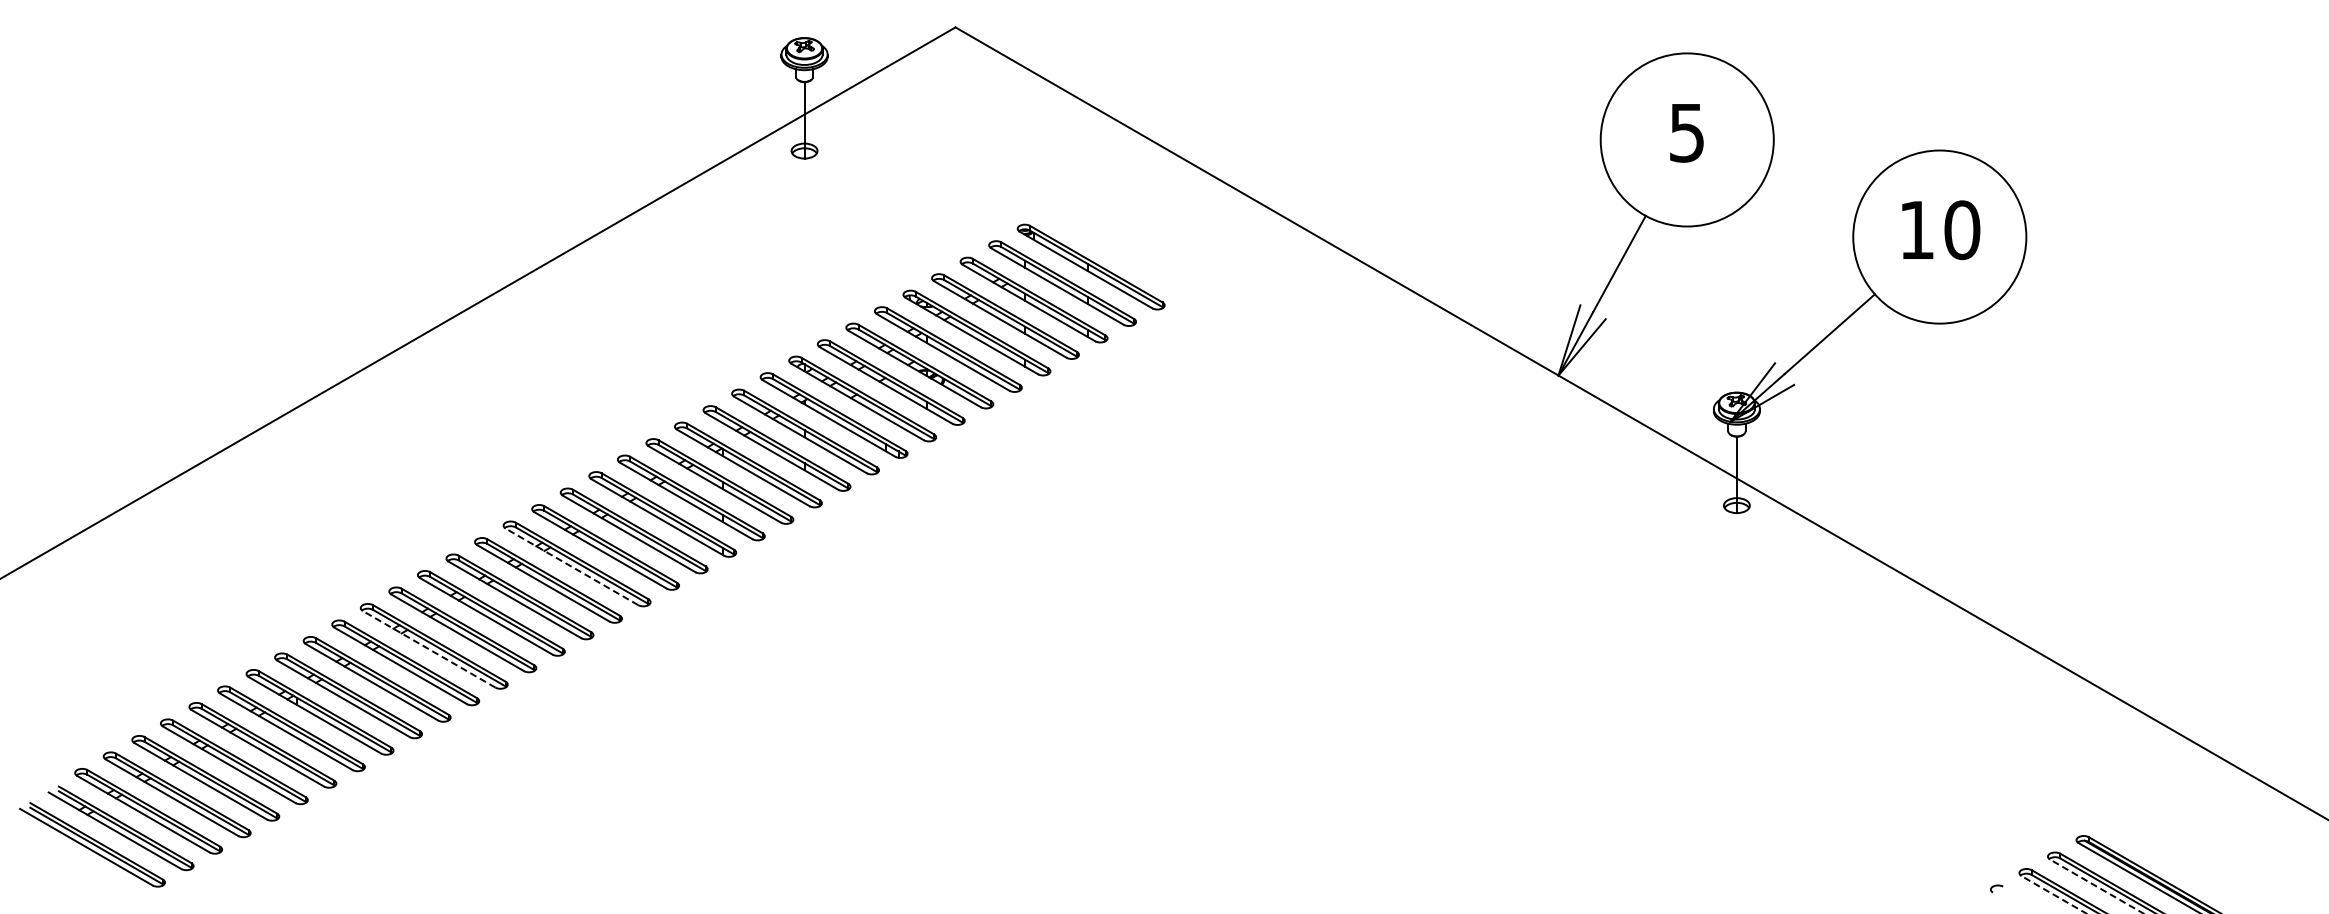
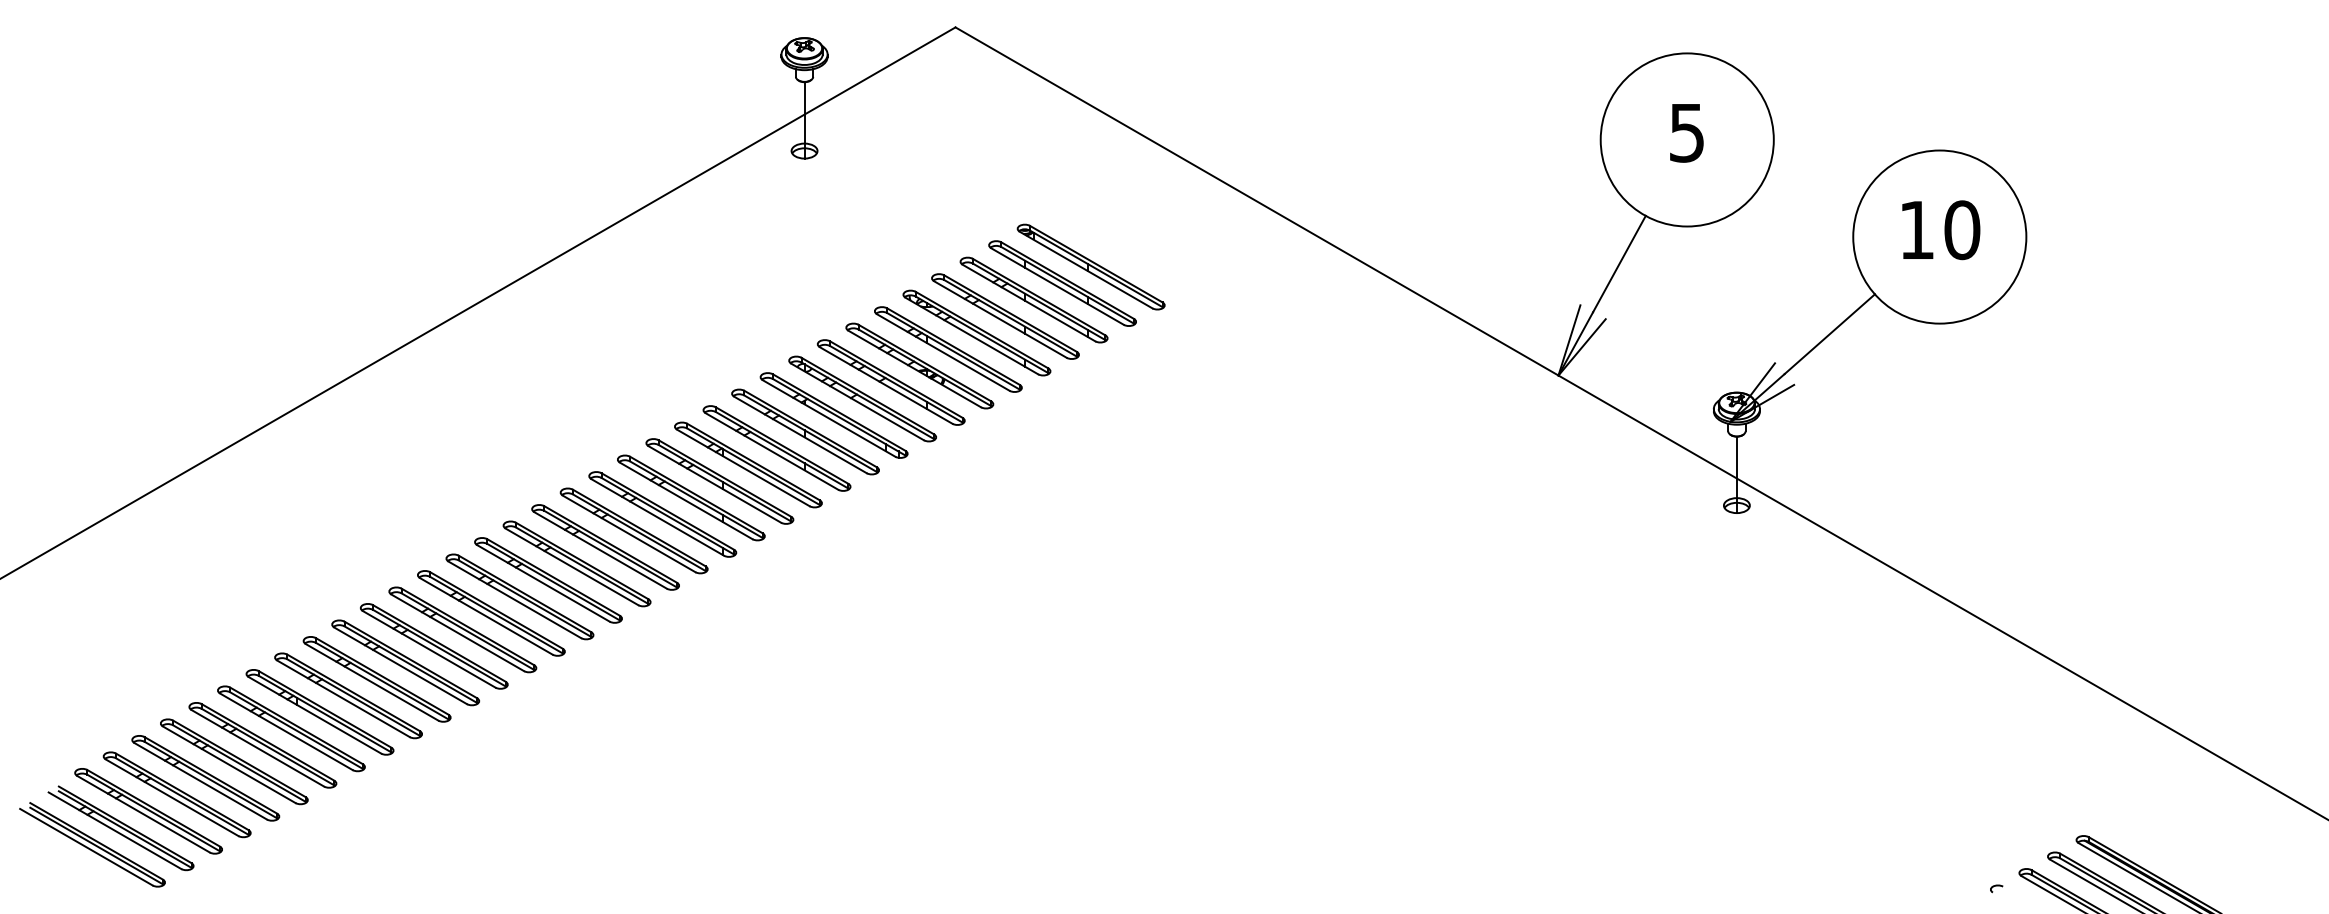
line at (571, 566): dashed -> solid
line at (429, 649): dashed -> solid
line at (2096, 886): dashed -> solid
line at (2054, 894): dashed -> solid
